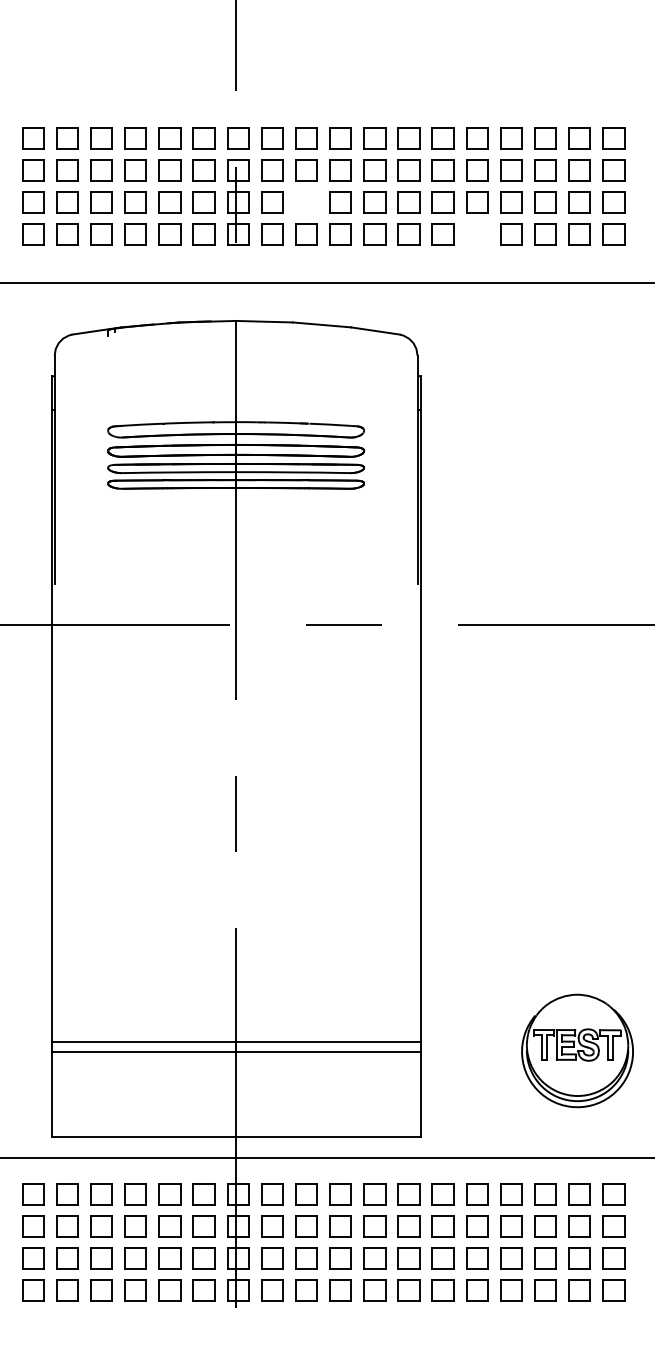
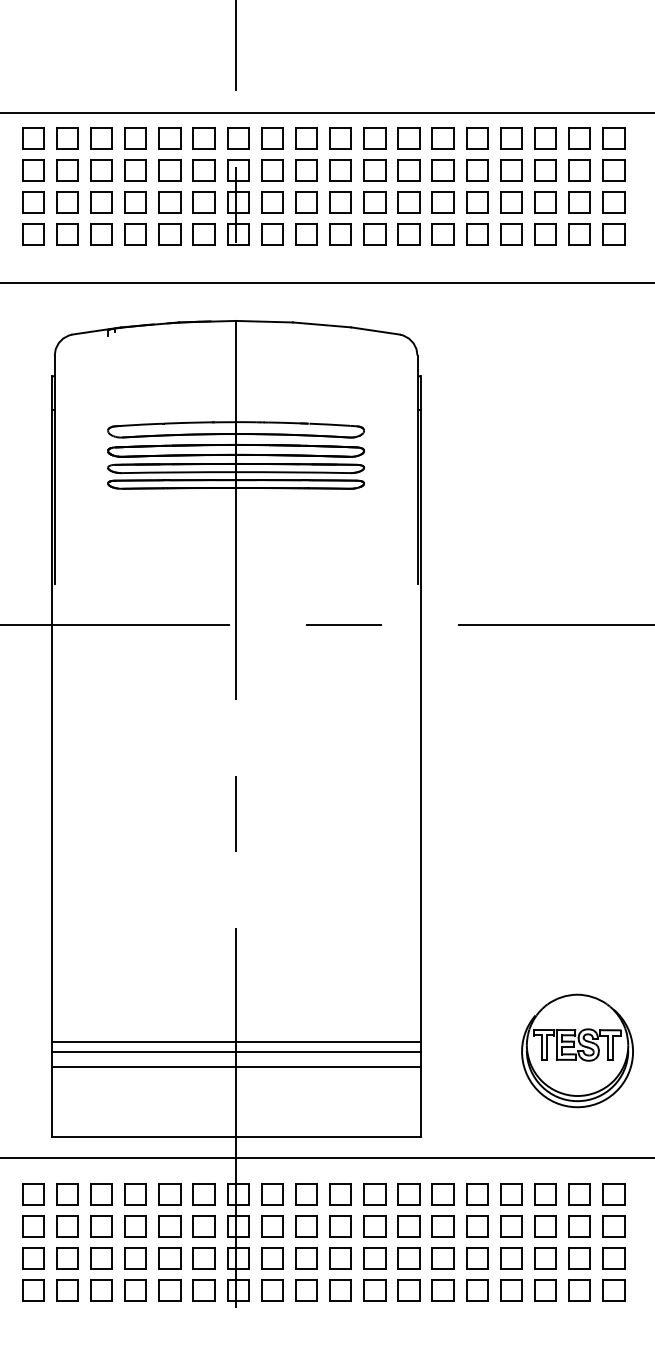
line at (326, 112): none -> present
part at (306, 202): none -> present
part at (477, 234): none -> present
line at (235, 1066): none -> present
